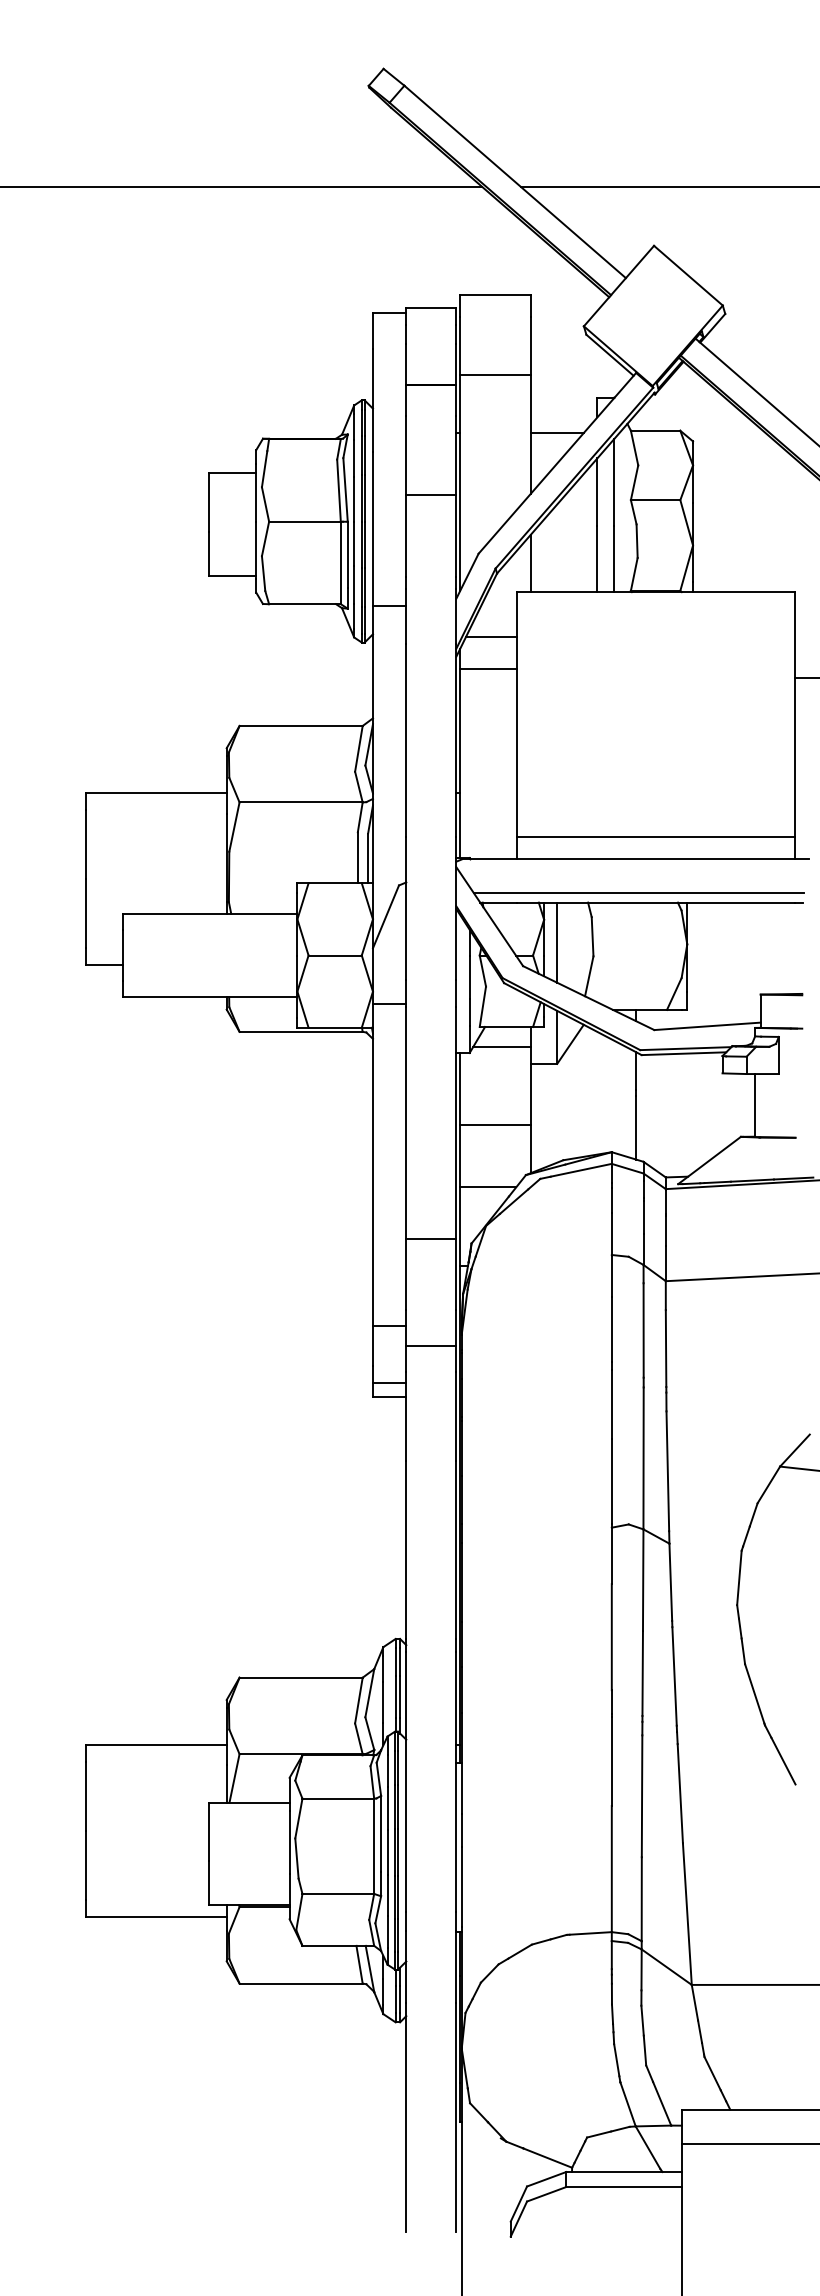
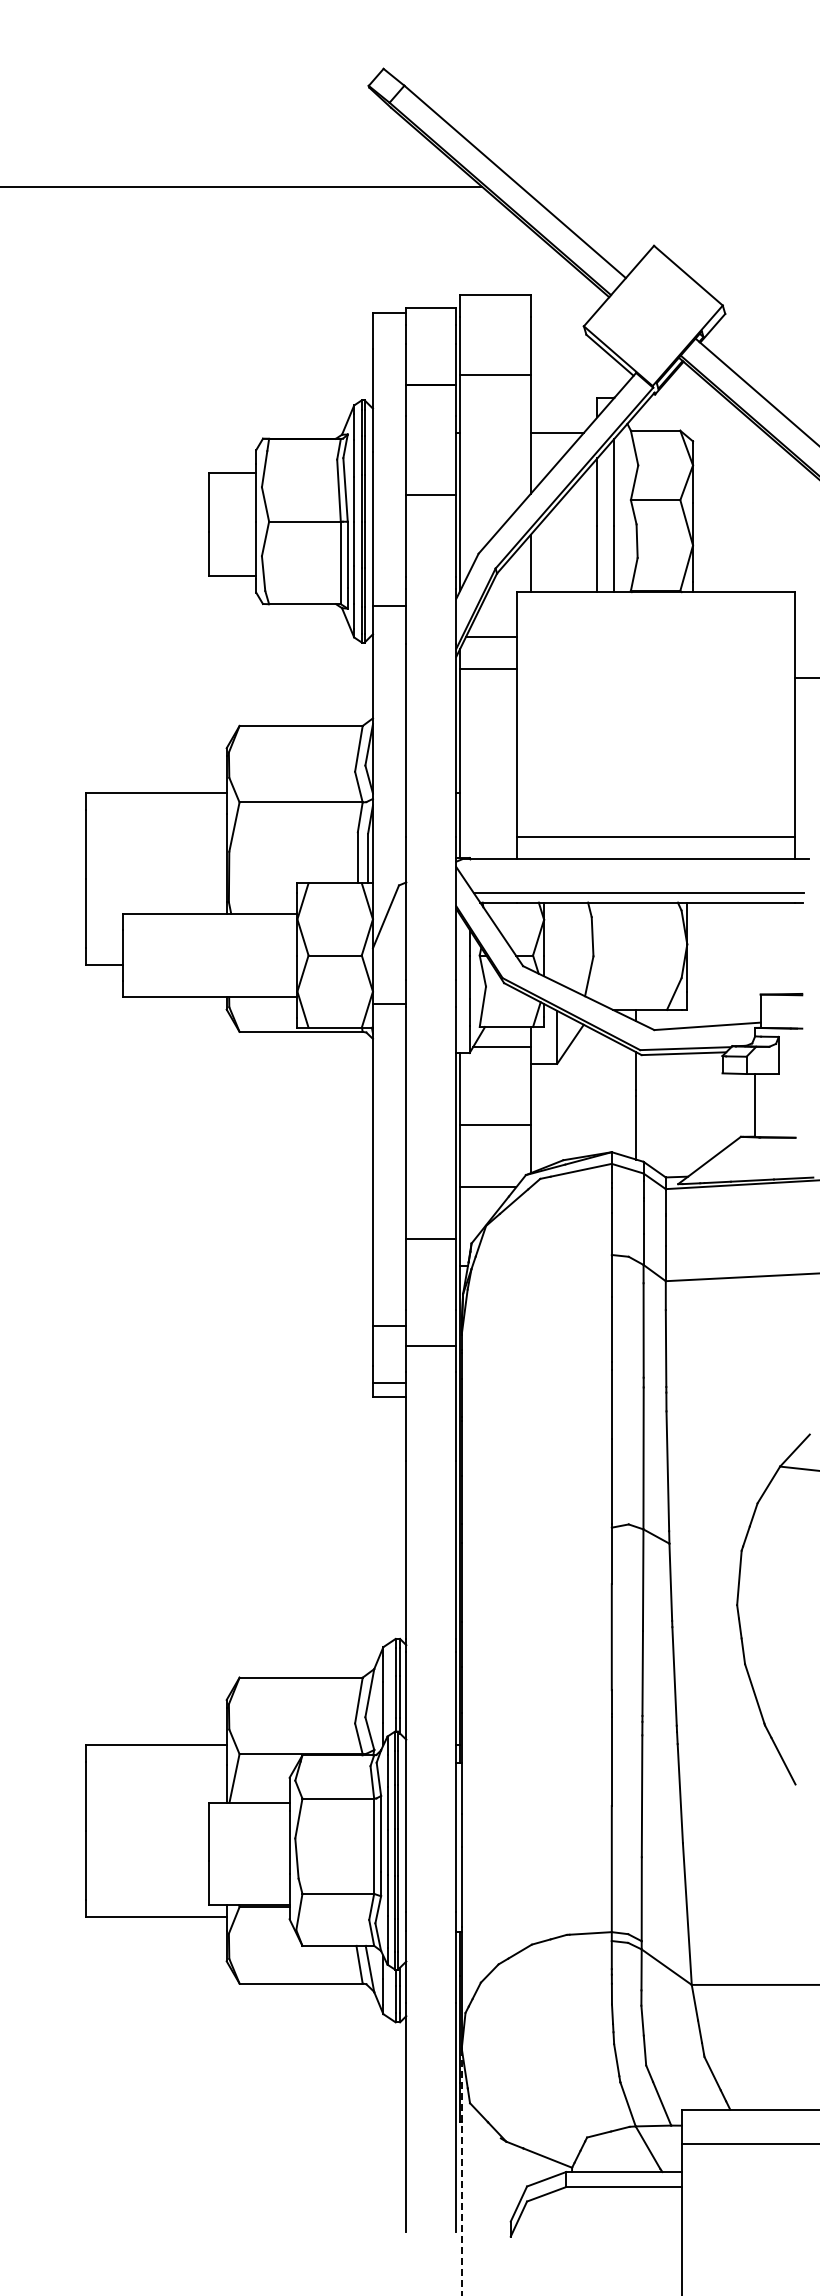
line at (668, 186): present -> none
line at (557, 942): present -> none
line at (461, 2172): solid -> dashed
